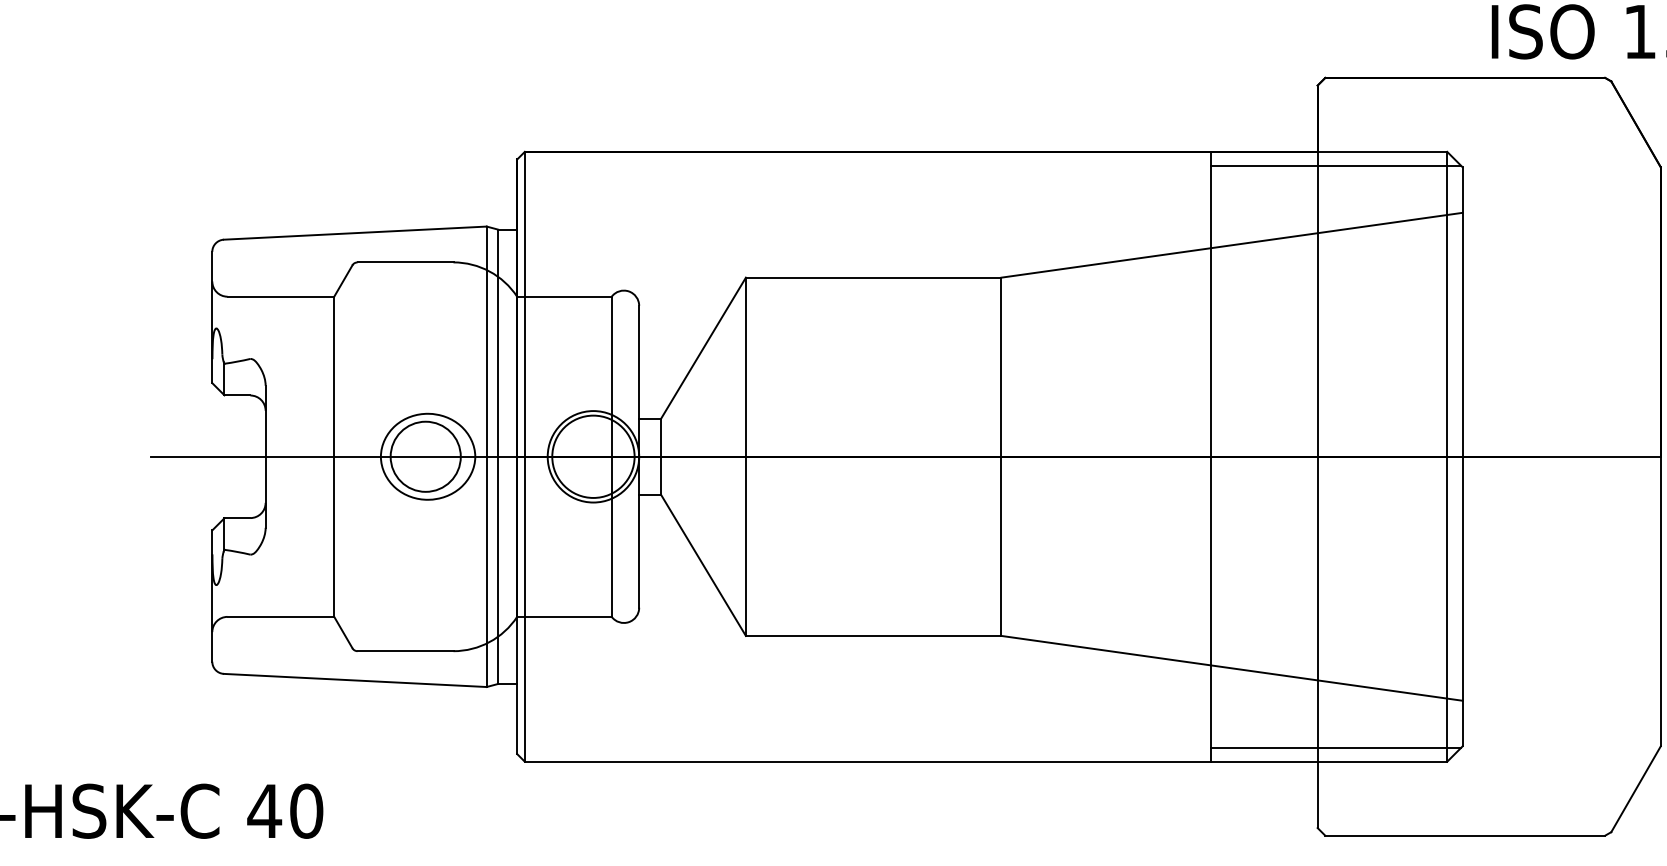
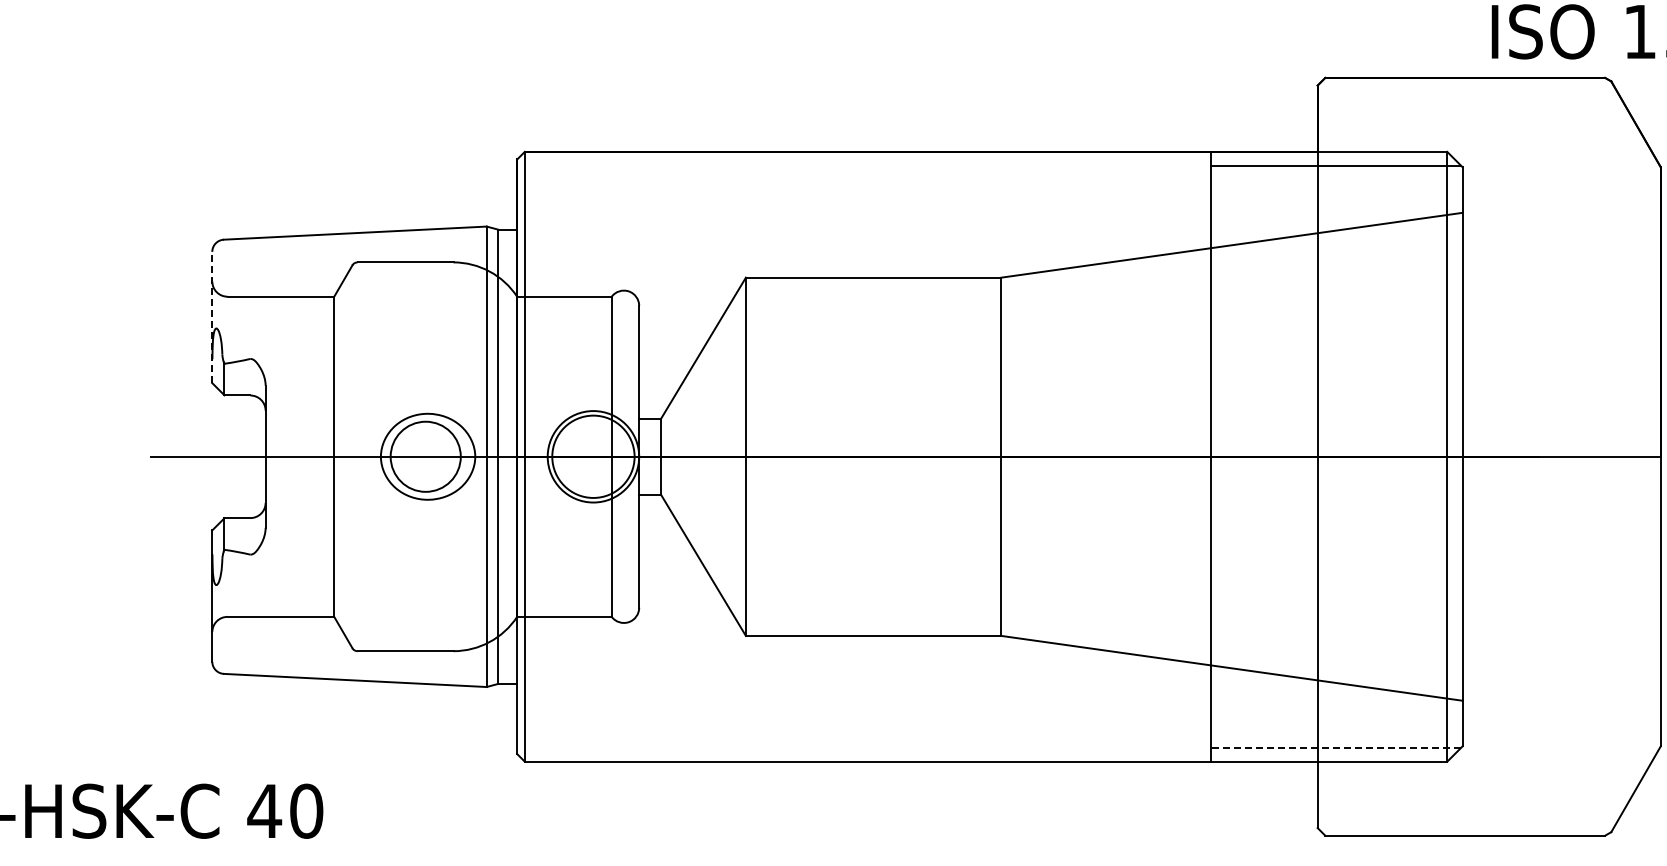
line at (212, 317): solid -> dashed
line at (1335, 747): solid -> dashed
